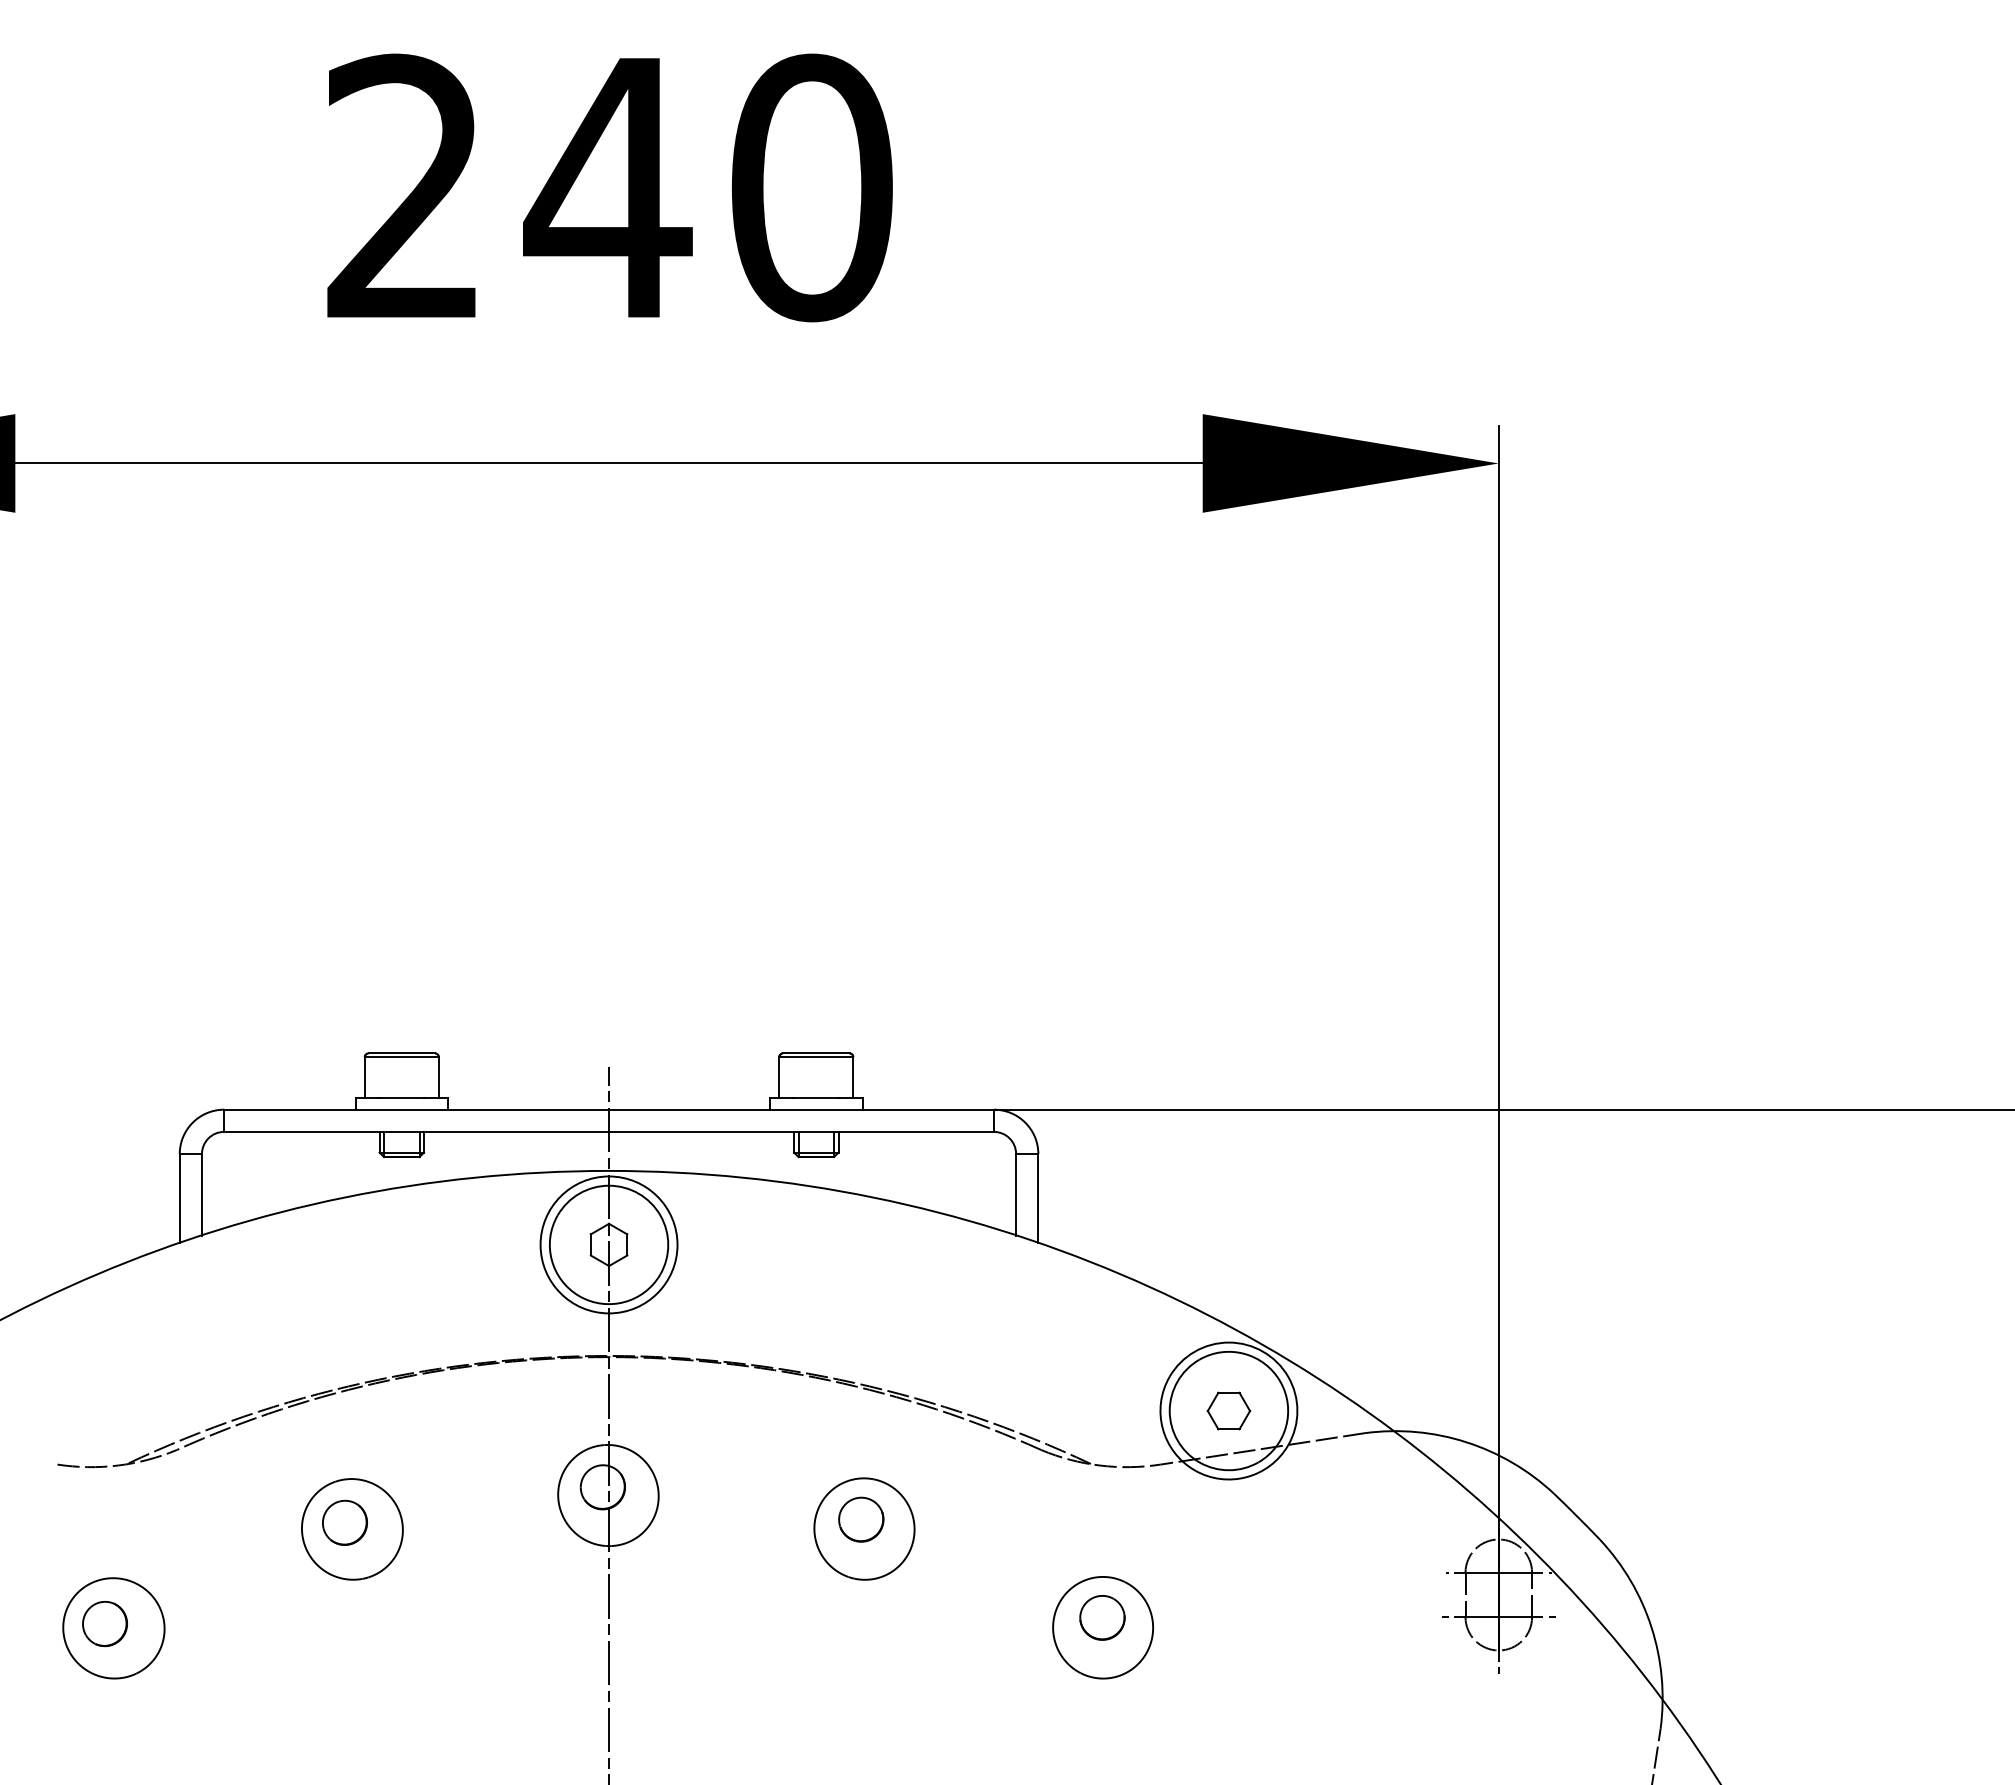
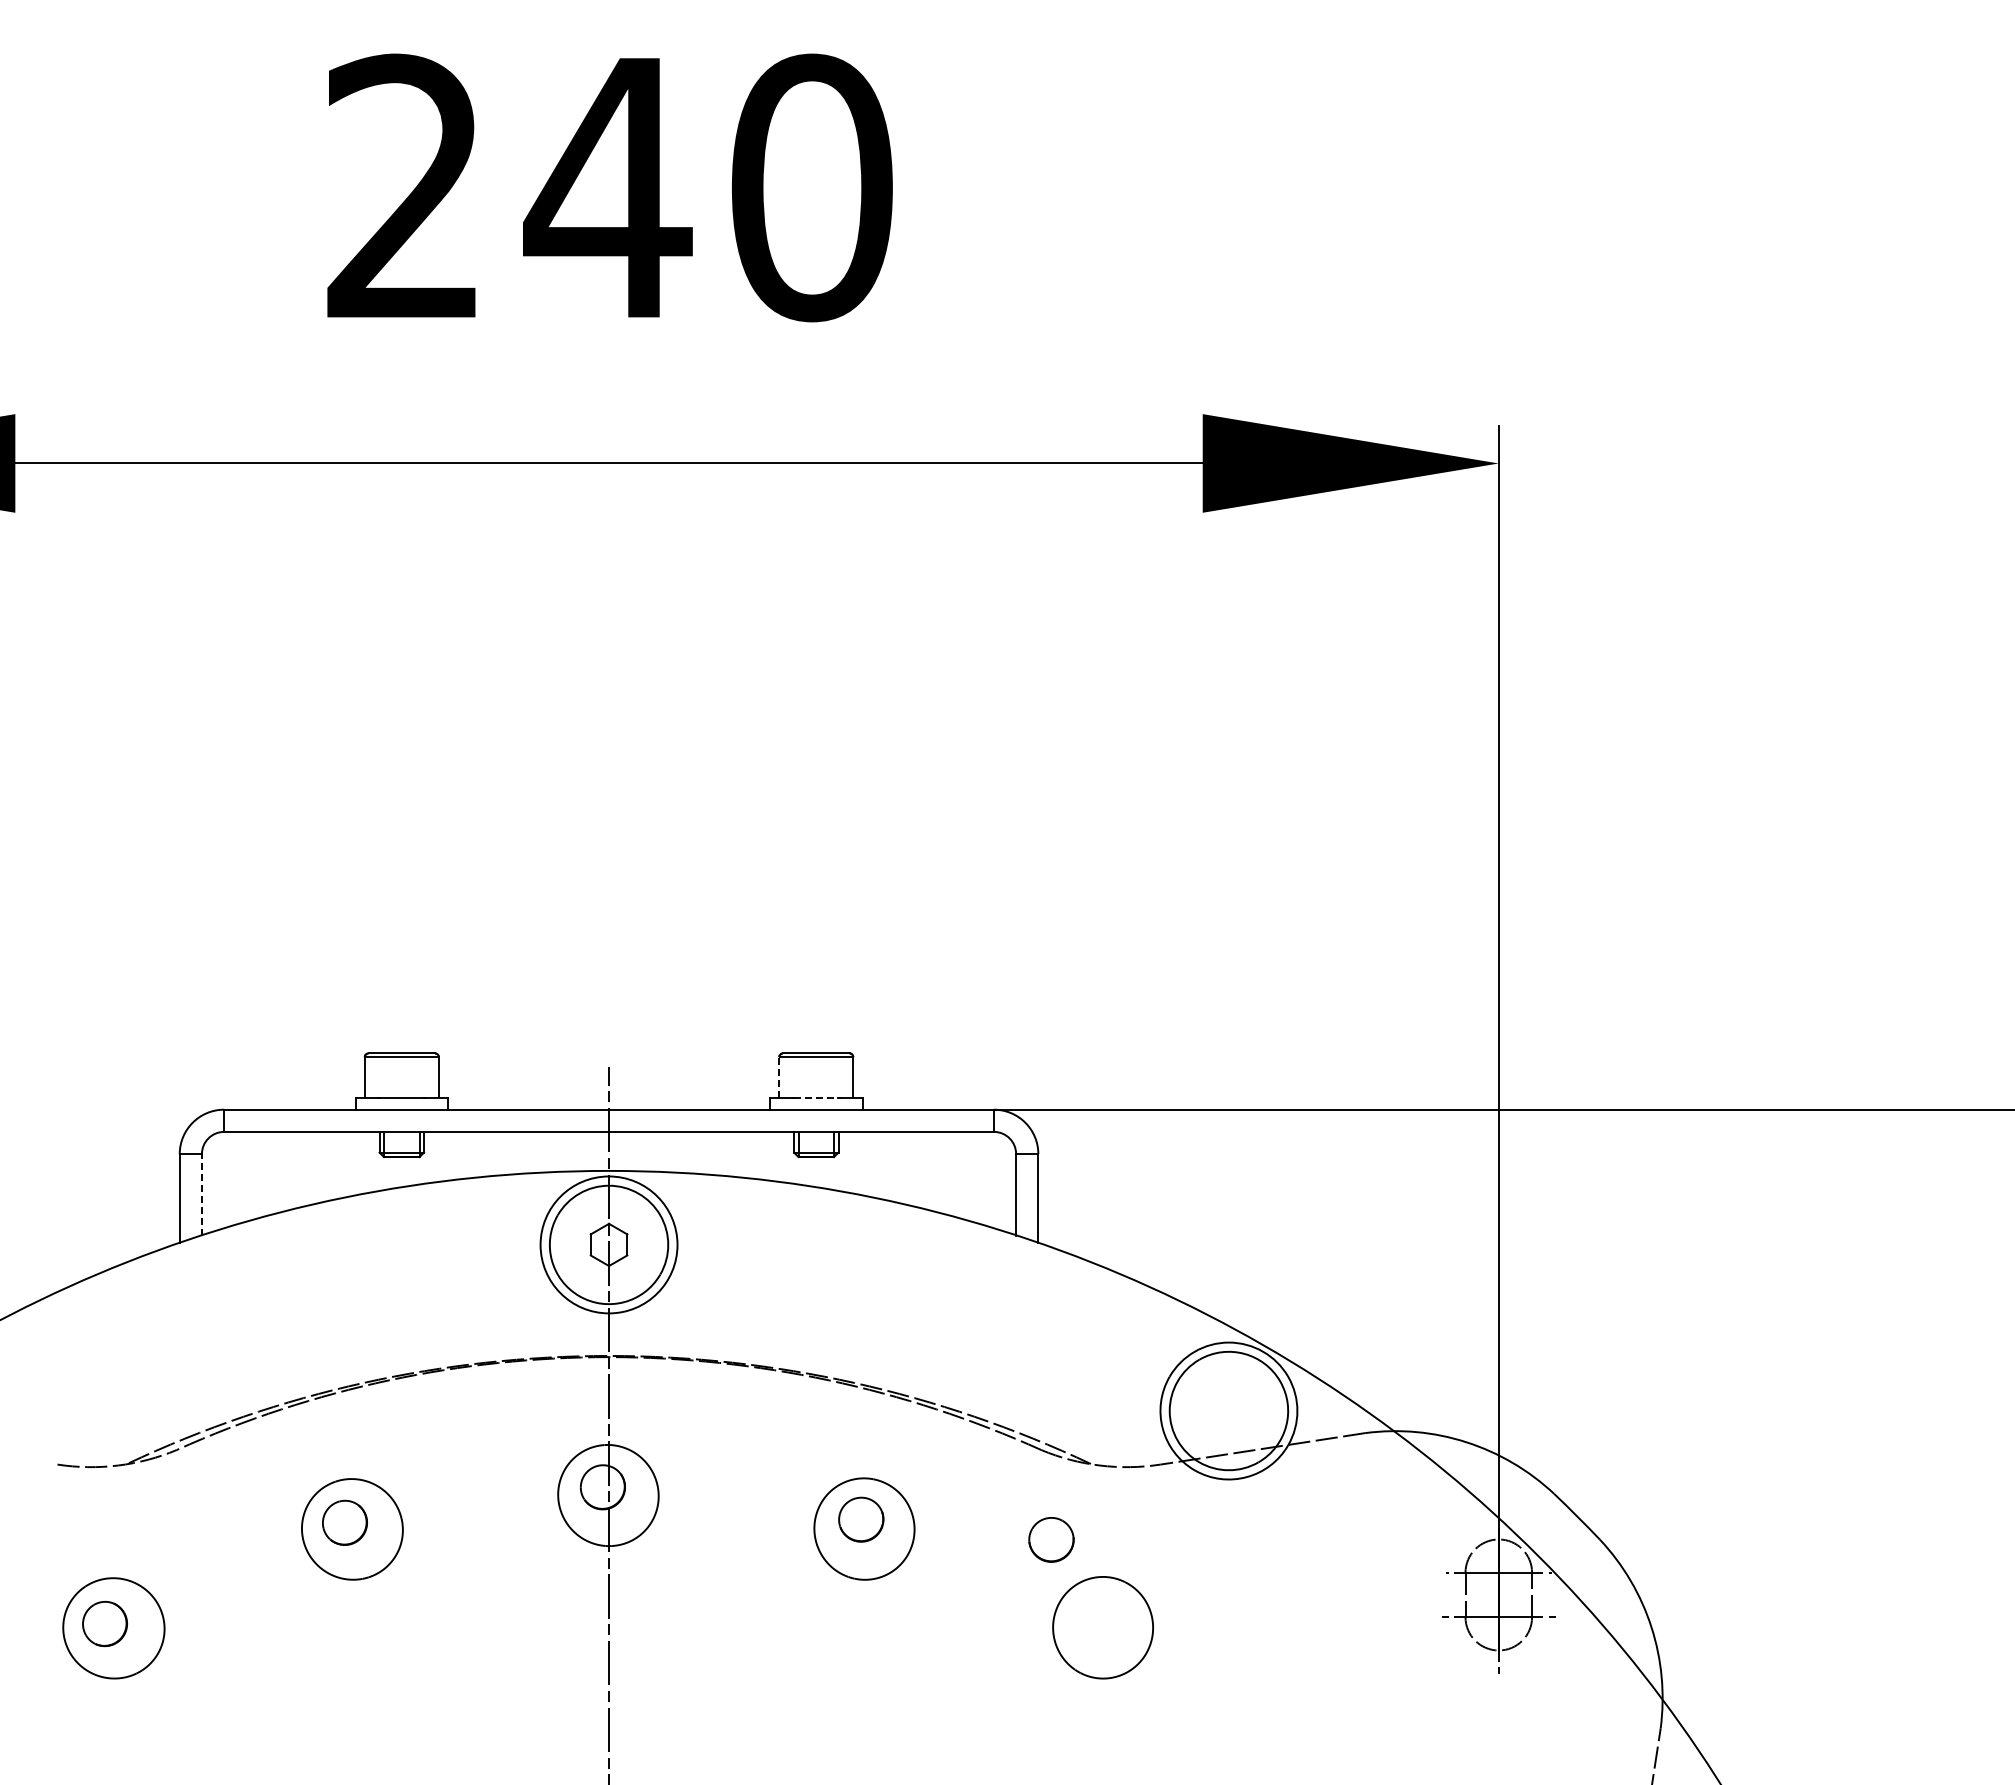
line at (779, 1077): solid -> dashed
line at (816, 1097): solid -> dashed
line at (201, 1194): solid -> dashed
part at (1228, 1410): present -> none
part at (1102, 1617) position: (1102, 1617) -> (1051, 1539)
